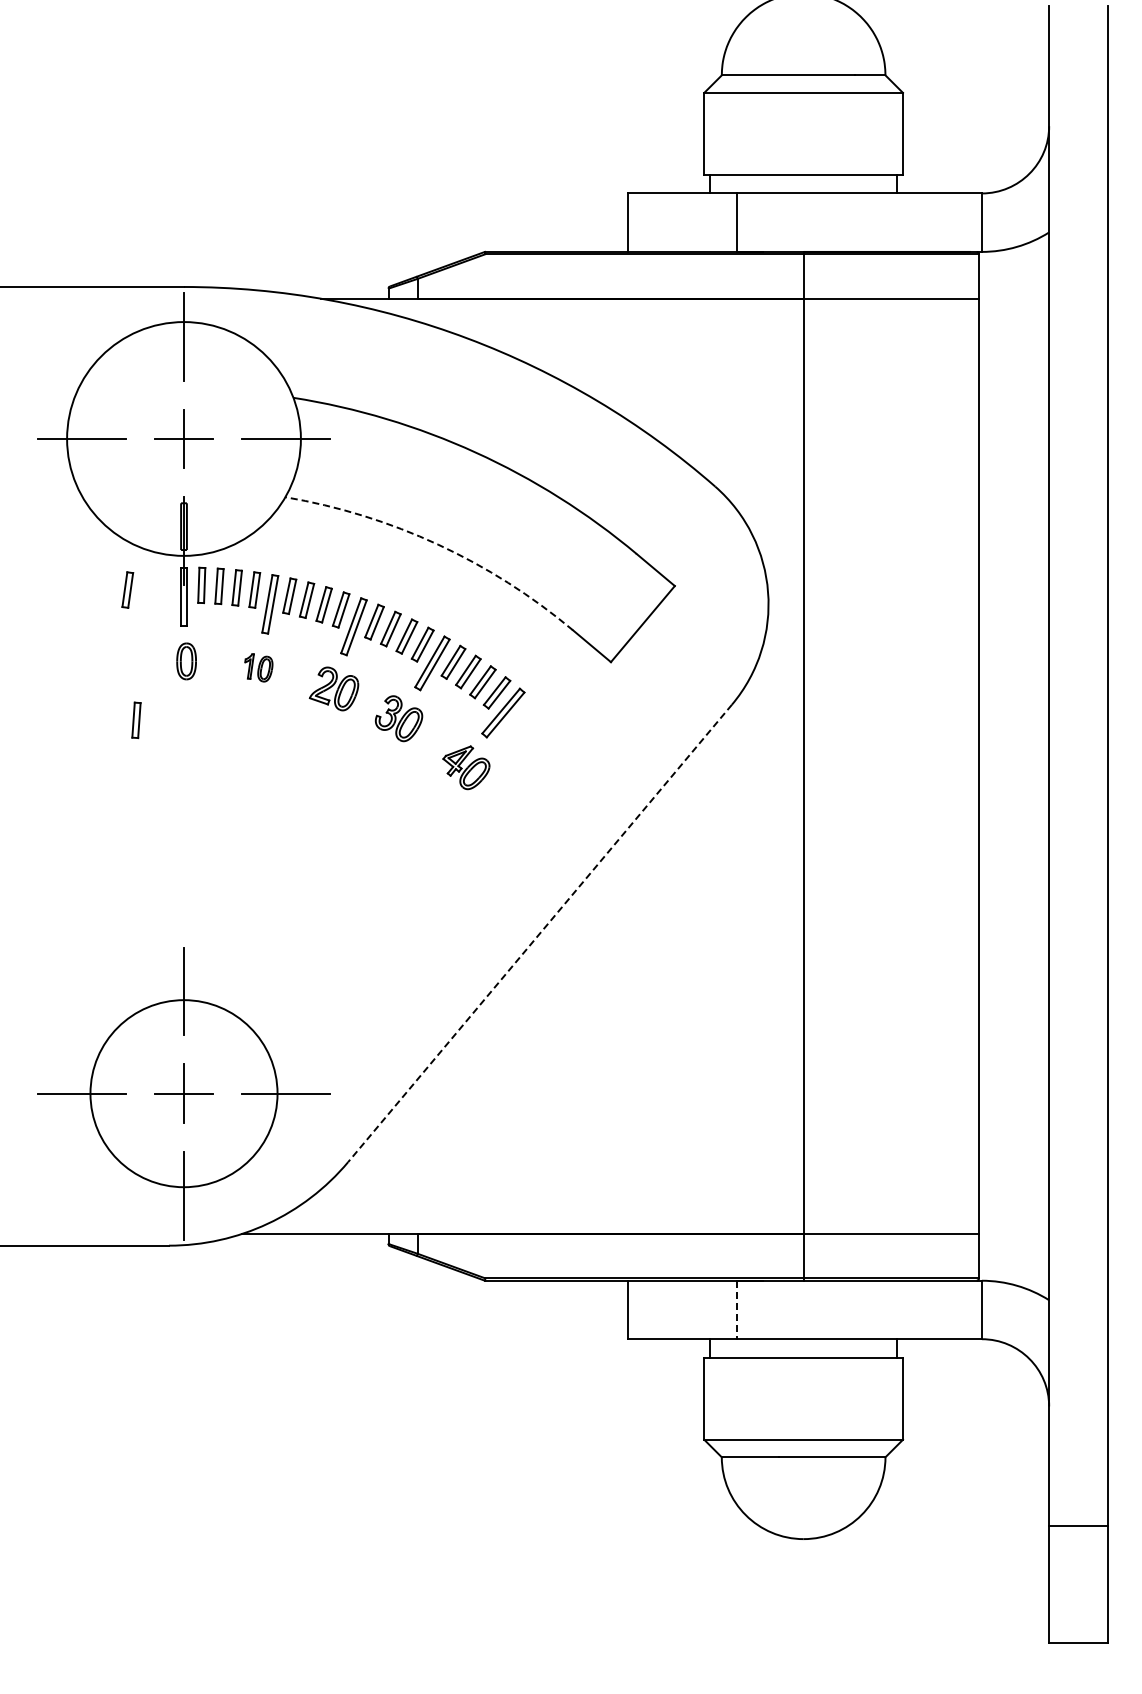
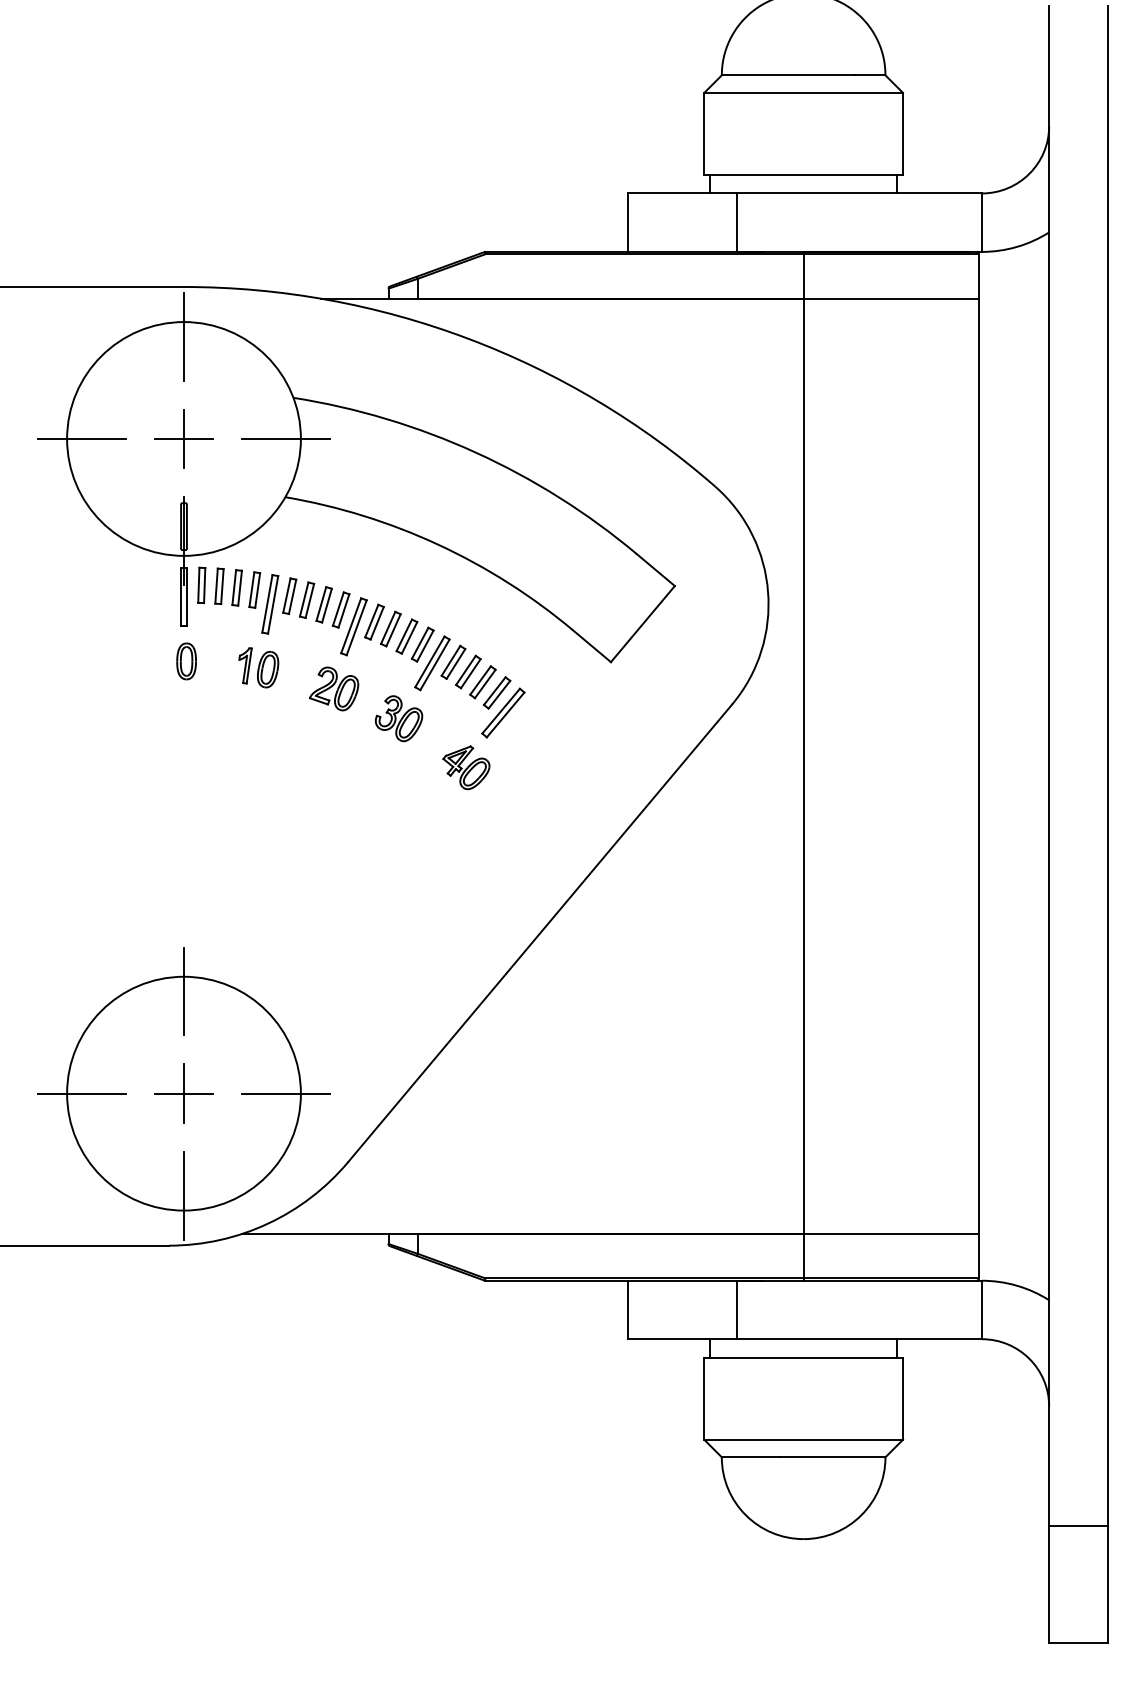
arc at (438, 544): dashed -> solid
part at (127, 589): present -> none
part at (258, 667) size: 30x30 px -> 42x42 px
part at (136, 720): present -> none
line at (540, 933): dashed -> solid
circle at (183, 1093) diameter: 187 px -> 234 px
line at (736, 1310): dashed -> solid
